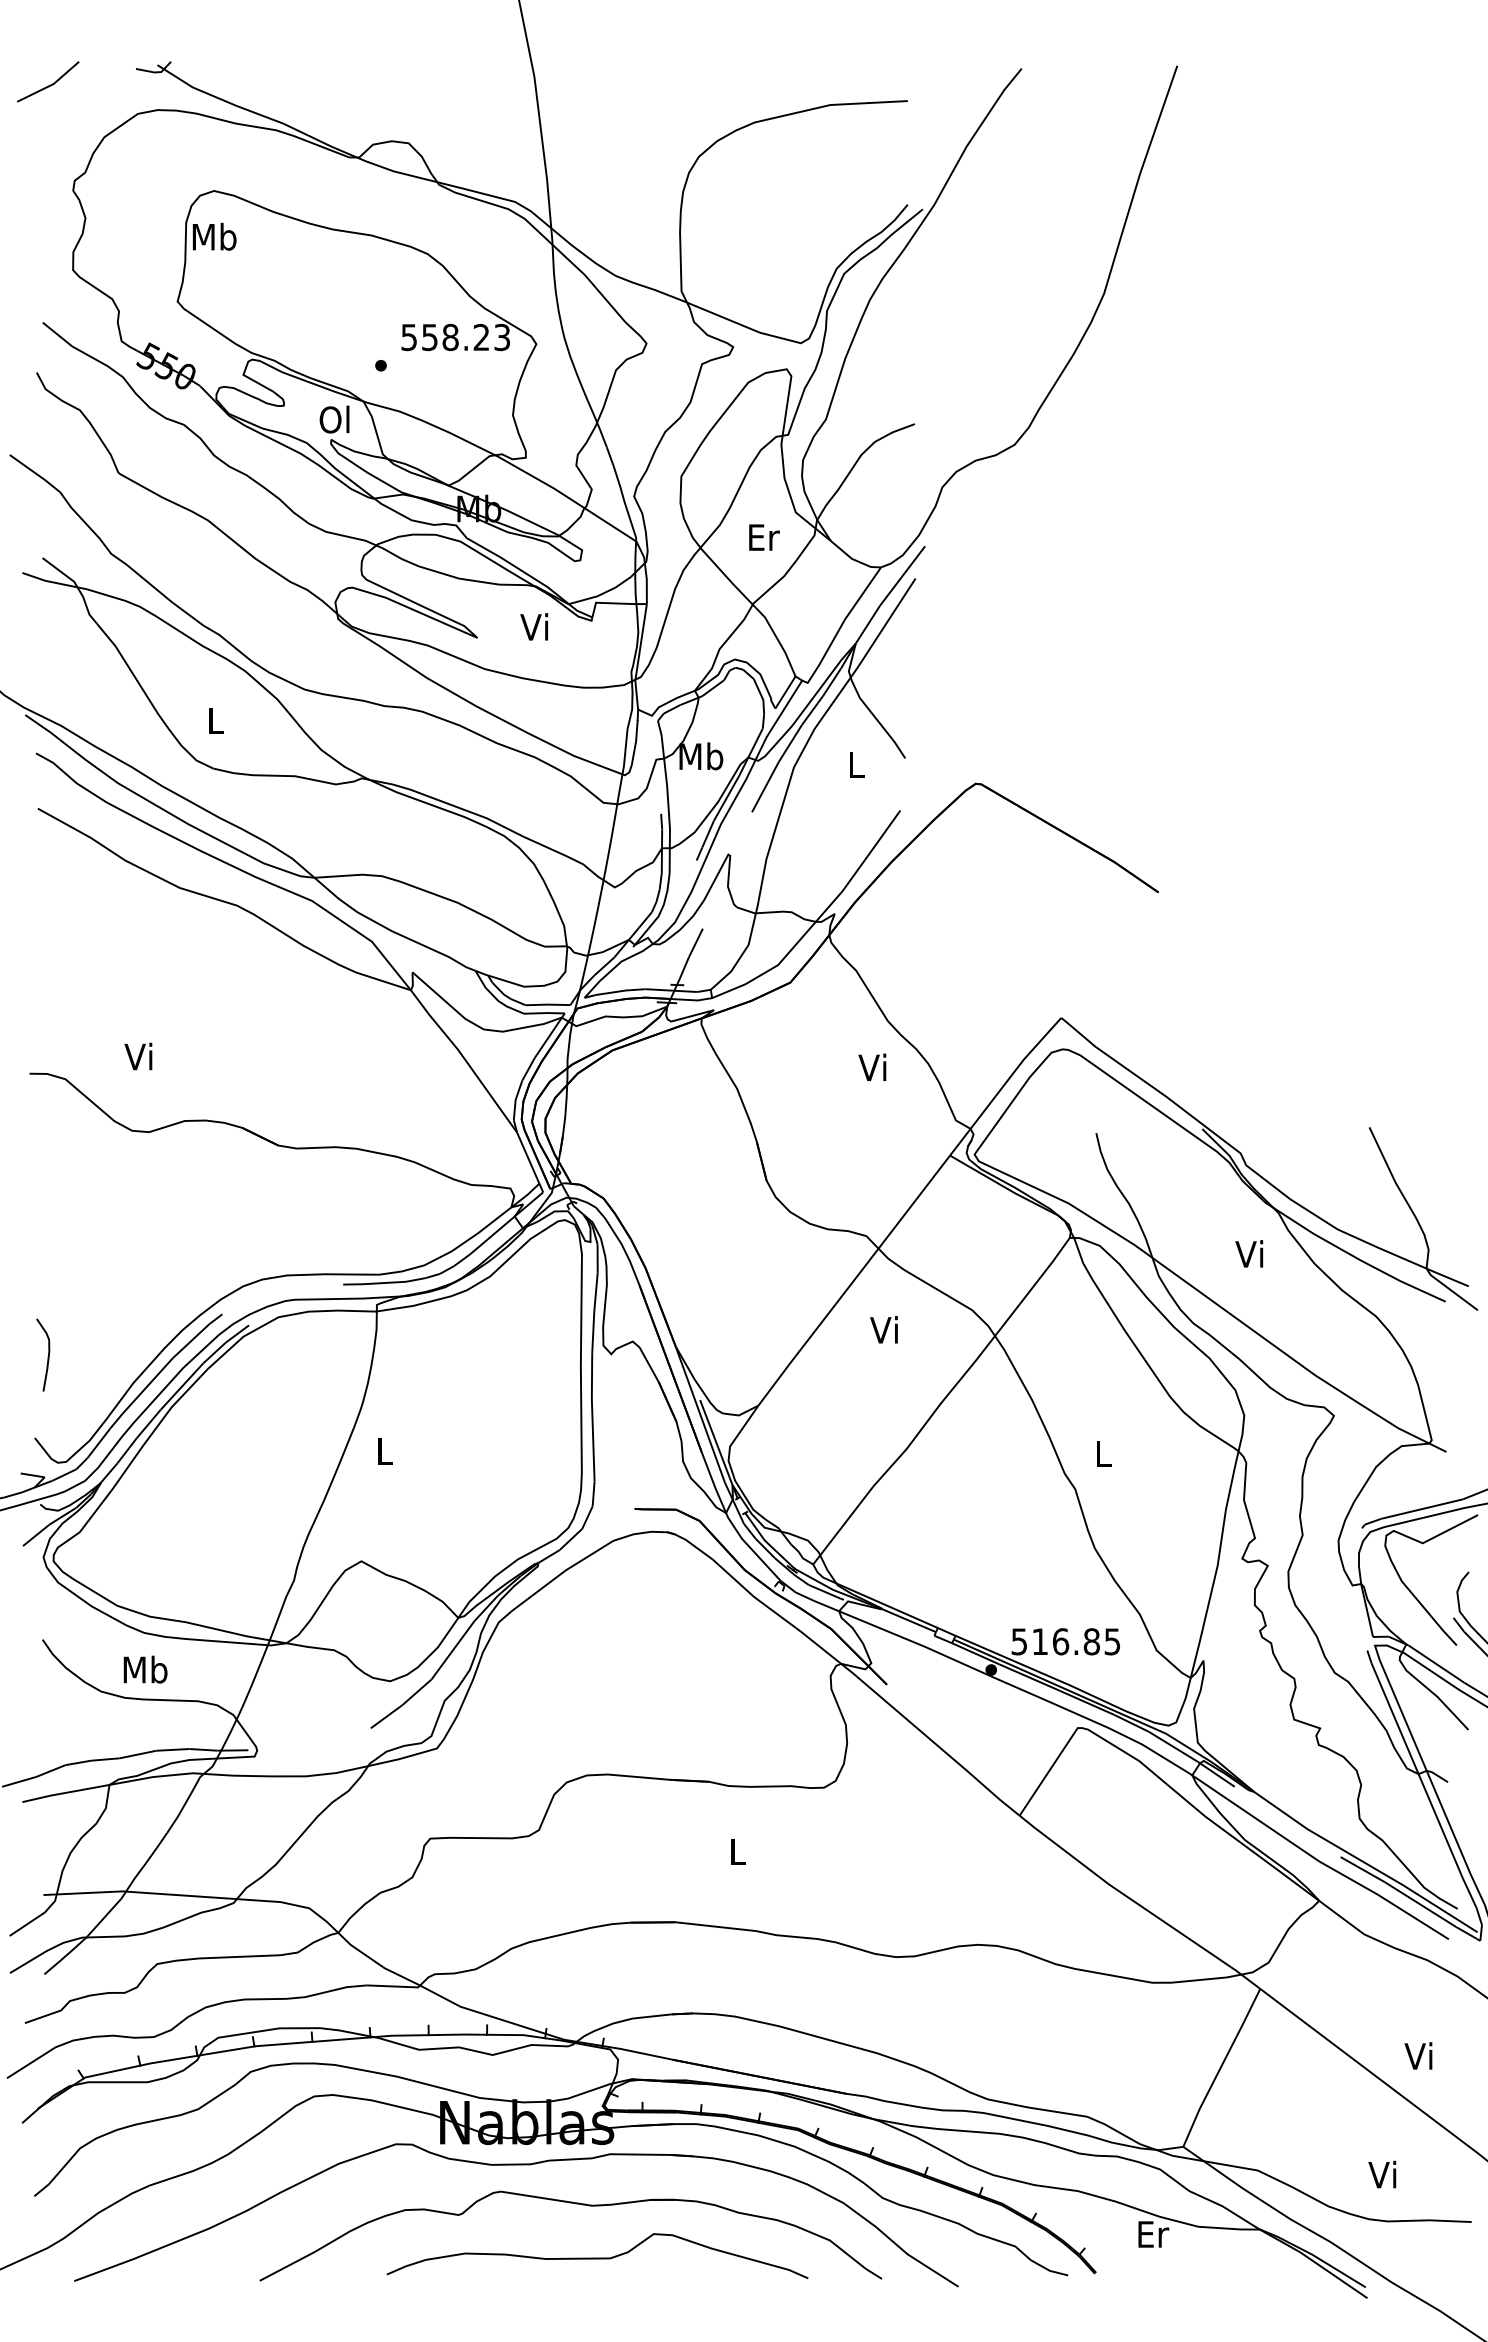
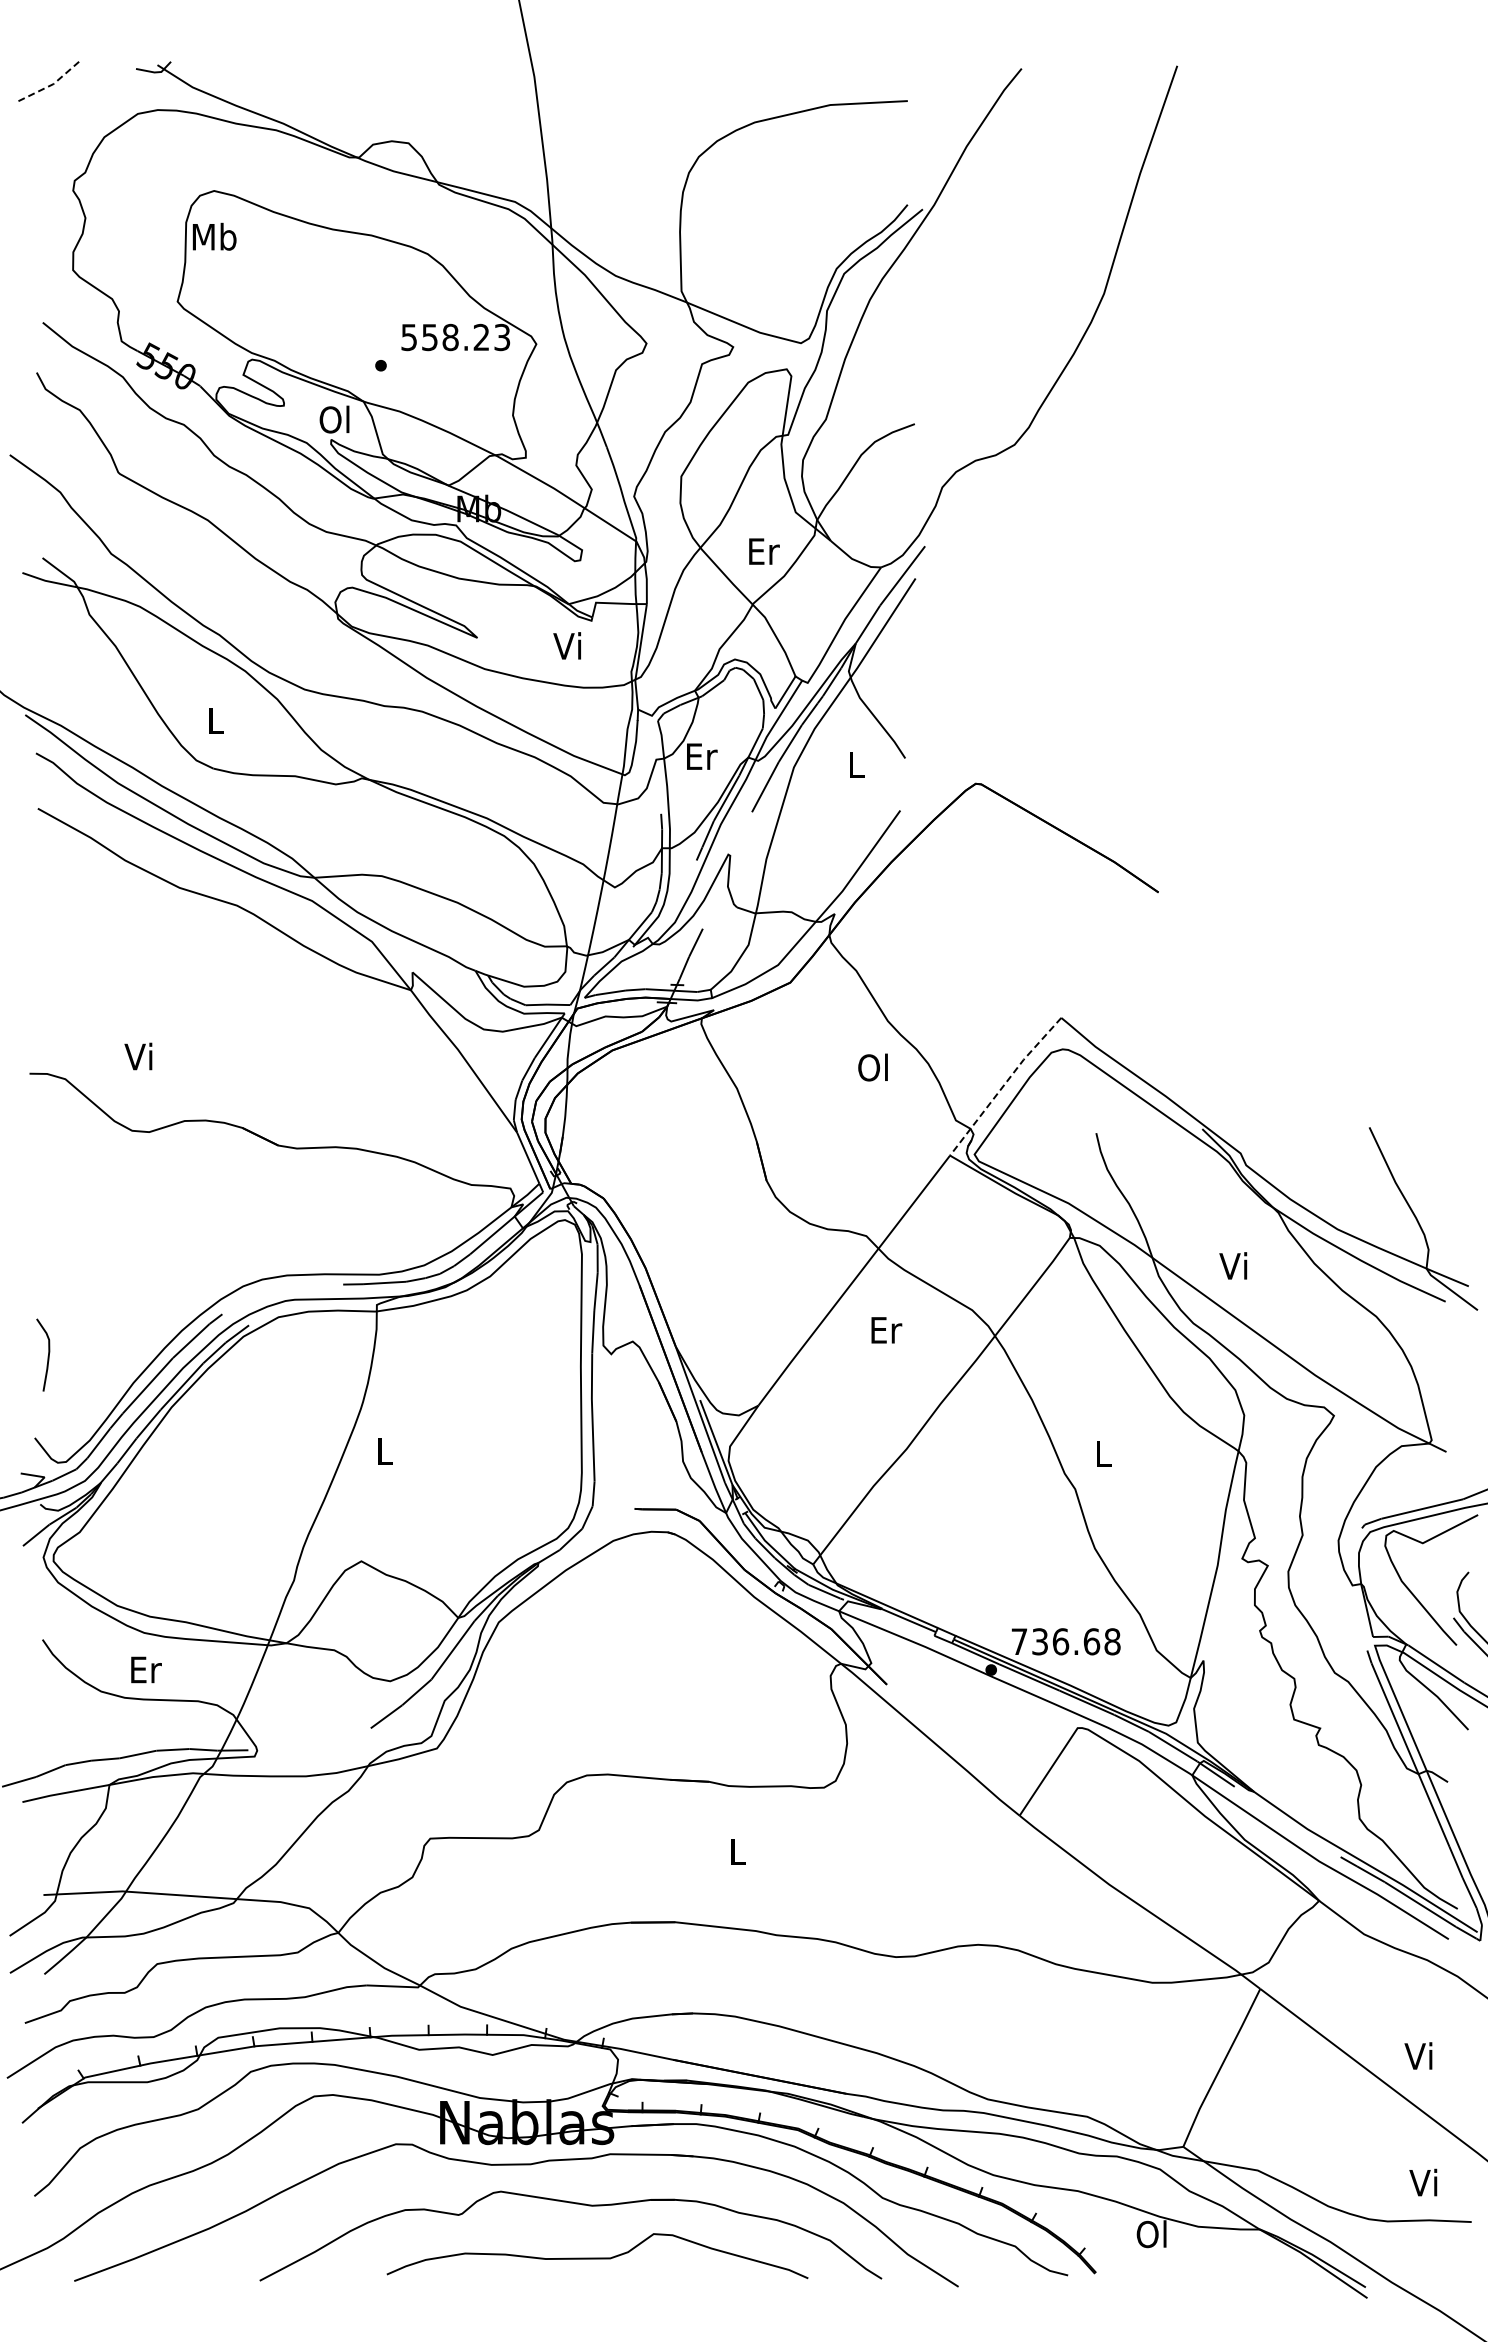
line at (51, 85): solid -> dashed
text at (764, 537) position: (764, 537) -> (764, 551)
text at (533, 626) position: (533, 626) -> (566, 645)
text at (701, 756): Mb -> Er
text at (872, 1067): Vi -> Ol
line at (1004, 1084): solid -> dashed
text at (1249, 1253) position: (1249, 1253) -> (1233, 1265)
text at (886, 1329): Vi -> Er
text at (1065, 1641): 516.85 -> 736.68
text at (145, 1669): Mb -> Er
text at (1382, 2174) position: (1382, 2174) -> (1423, 2182)
text at (1152, 2234): Er -> Ol
